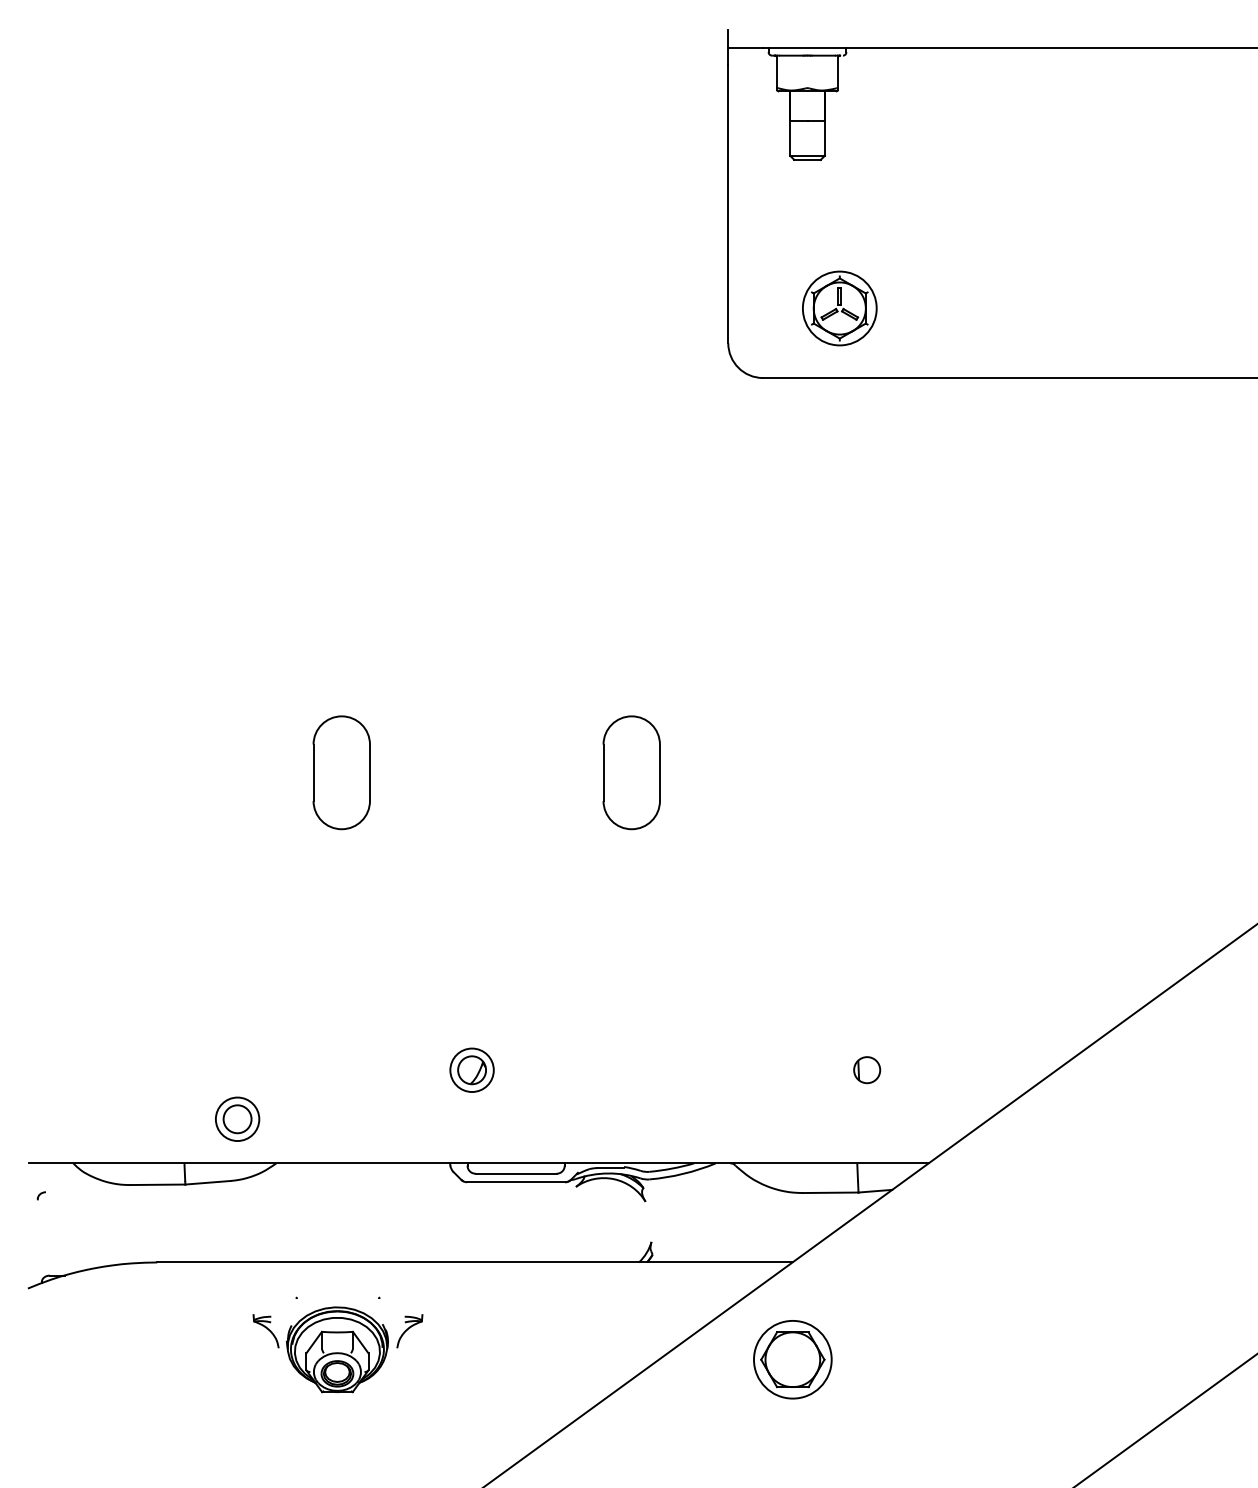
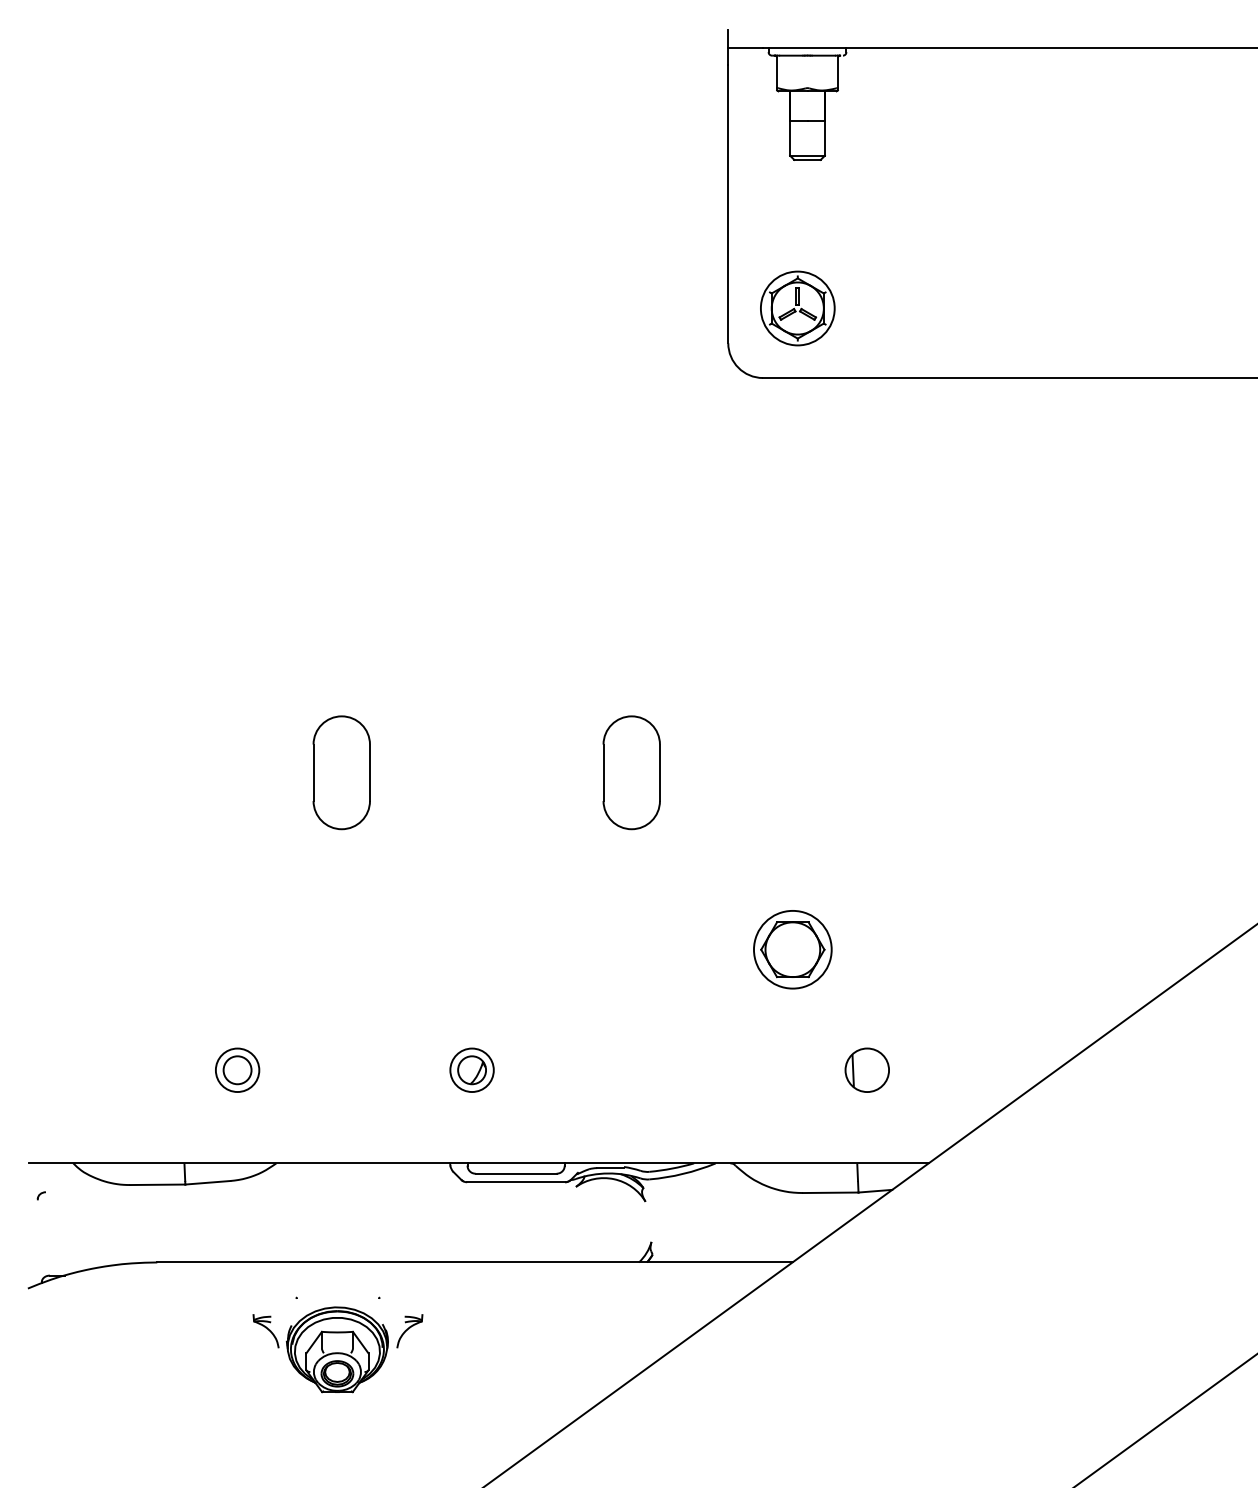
part at (839, 308) position: (839, 308) -> (797, 308)
part at (867, 1070) size: 29x29 px -> 46x46 px
part at (237, 1118) position: (237, 1118) -> (237, 1069)
part at (792, 1359) position: (792, 1359) -> (792, 949)
